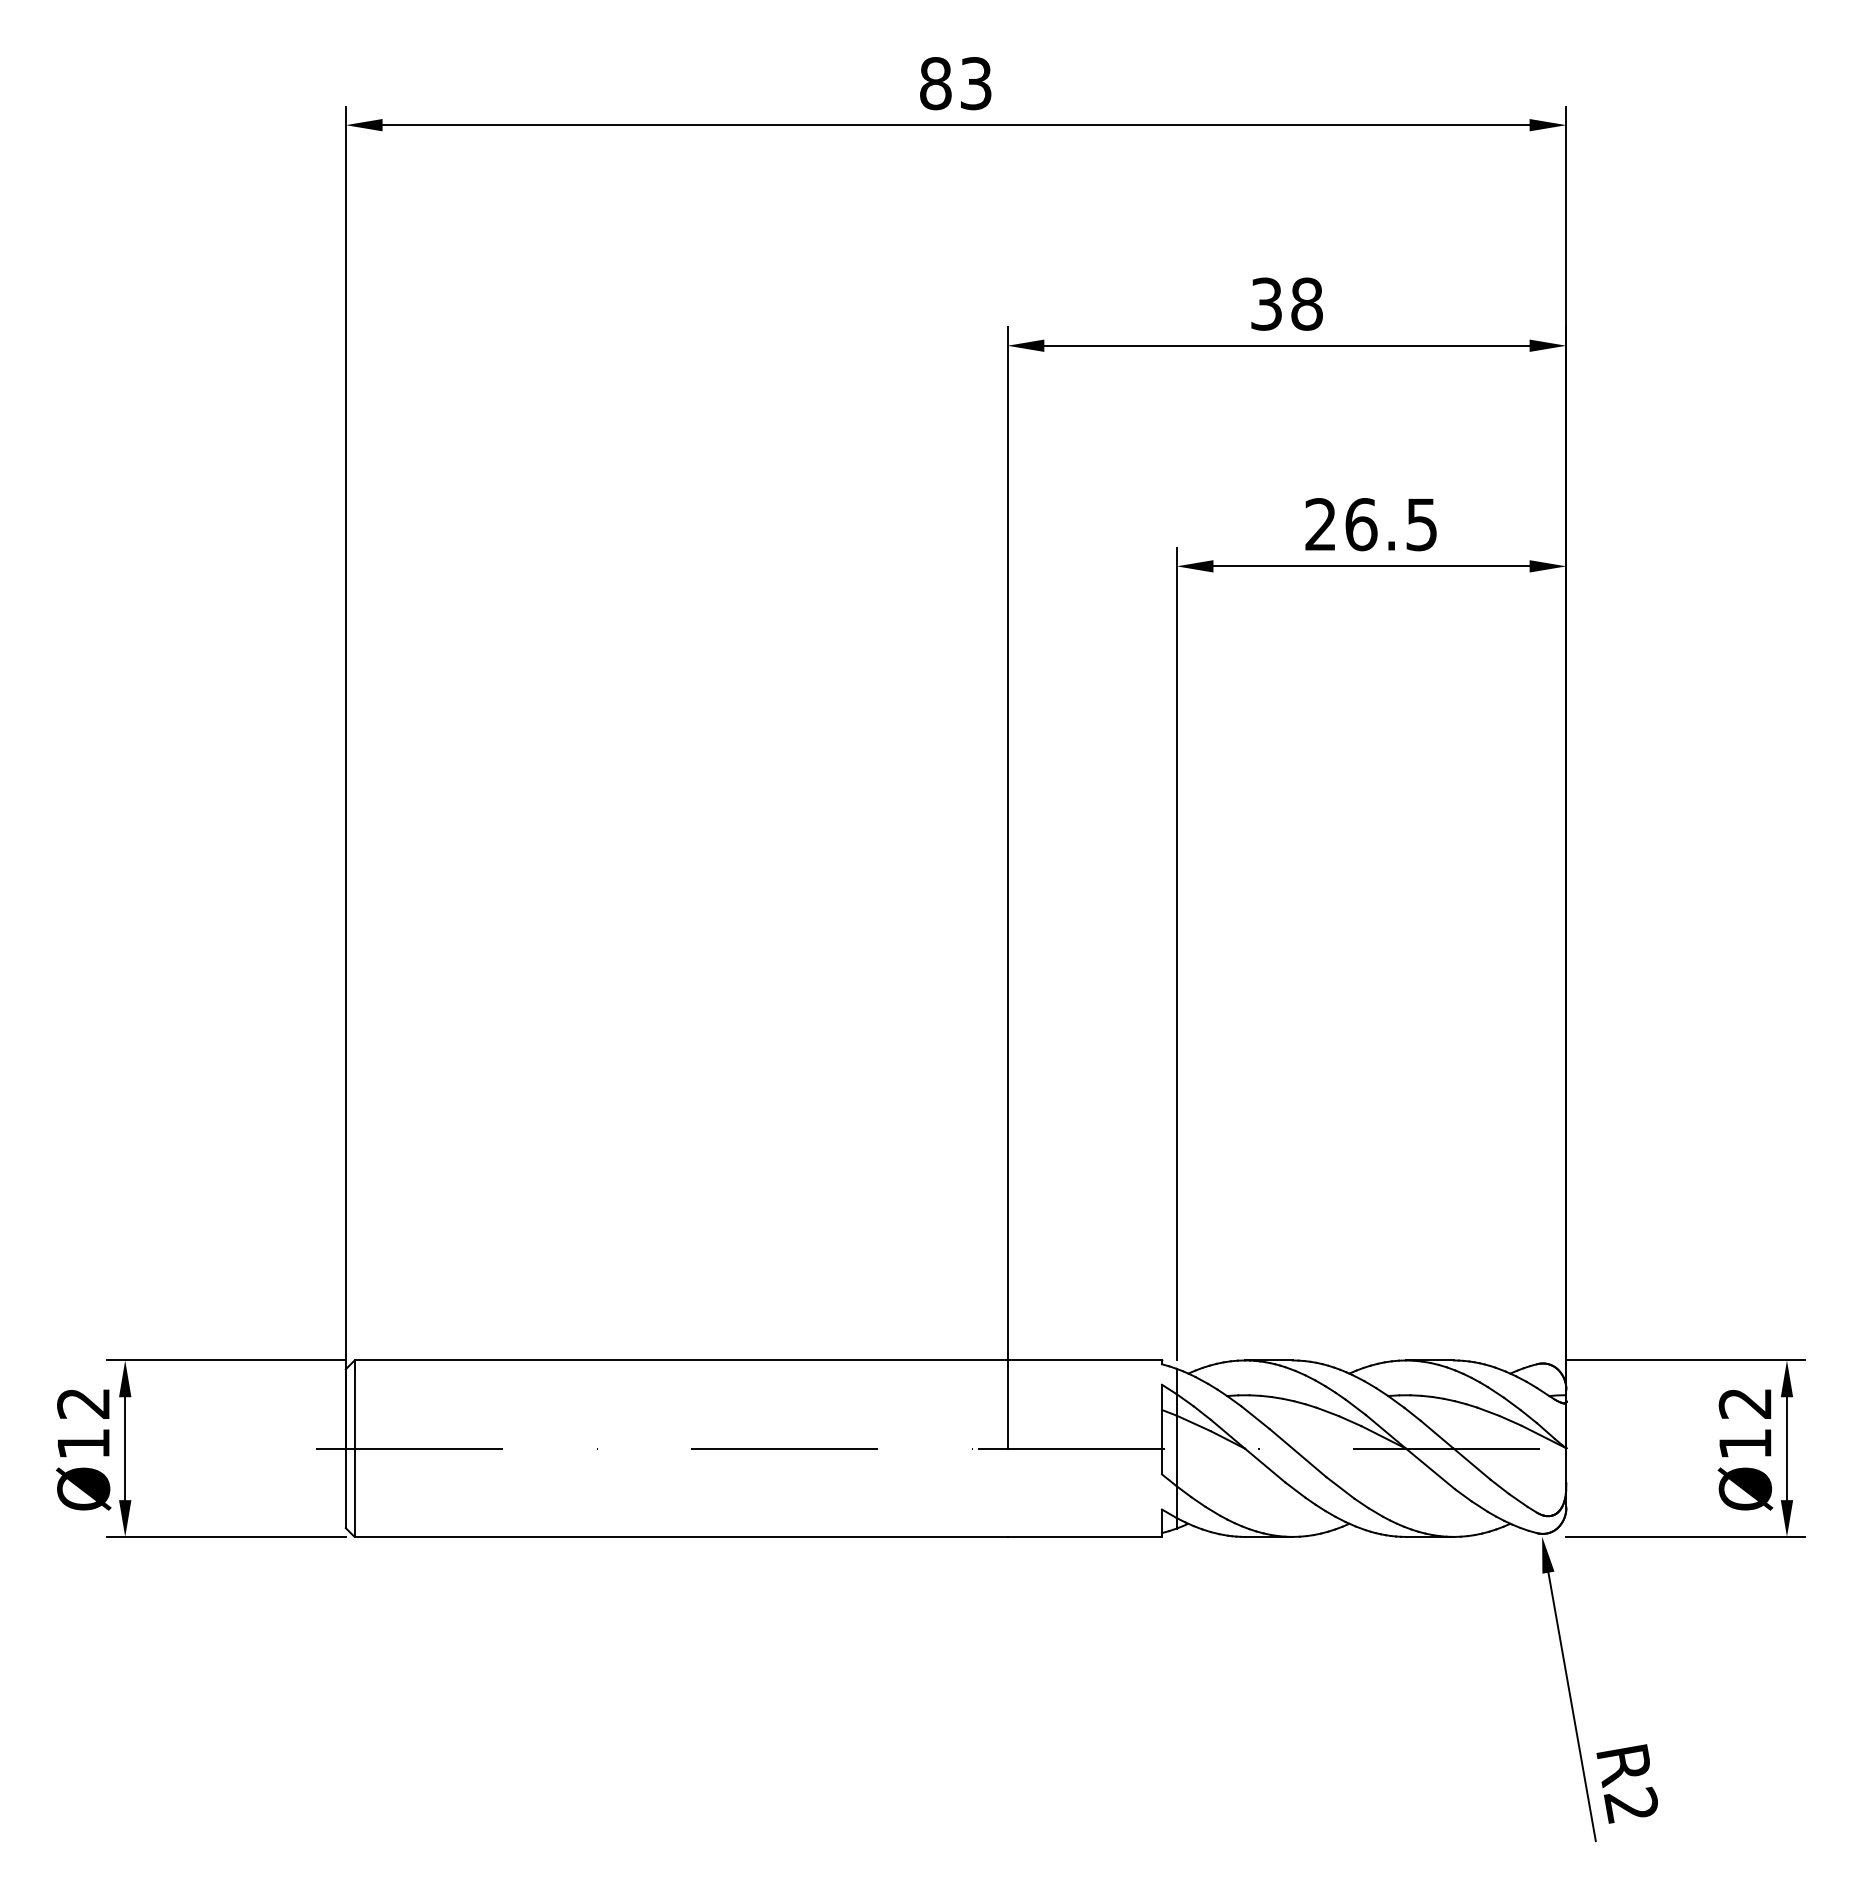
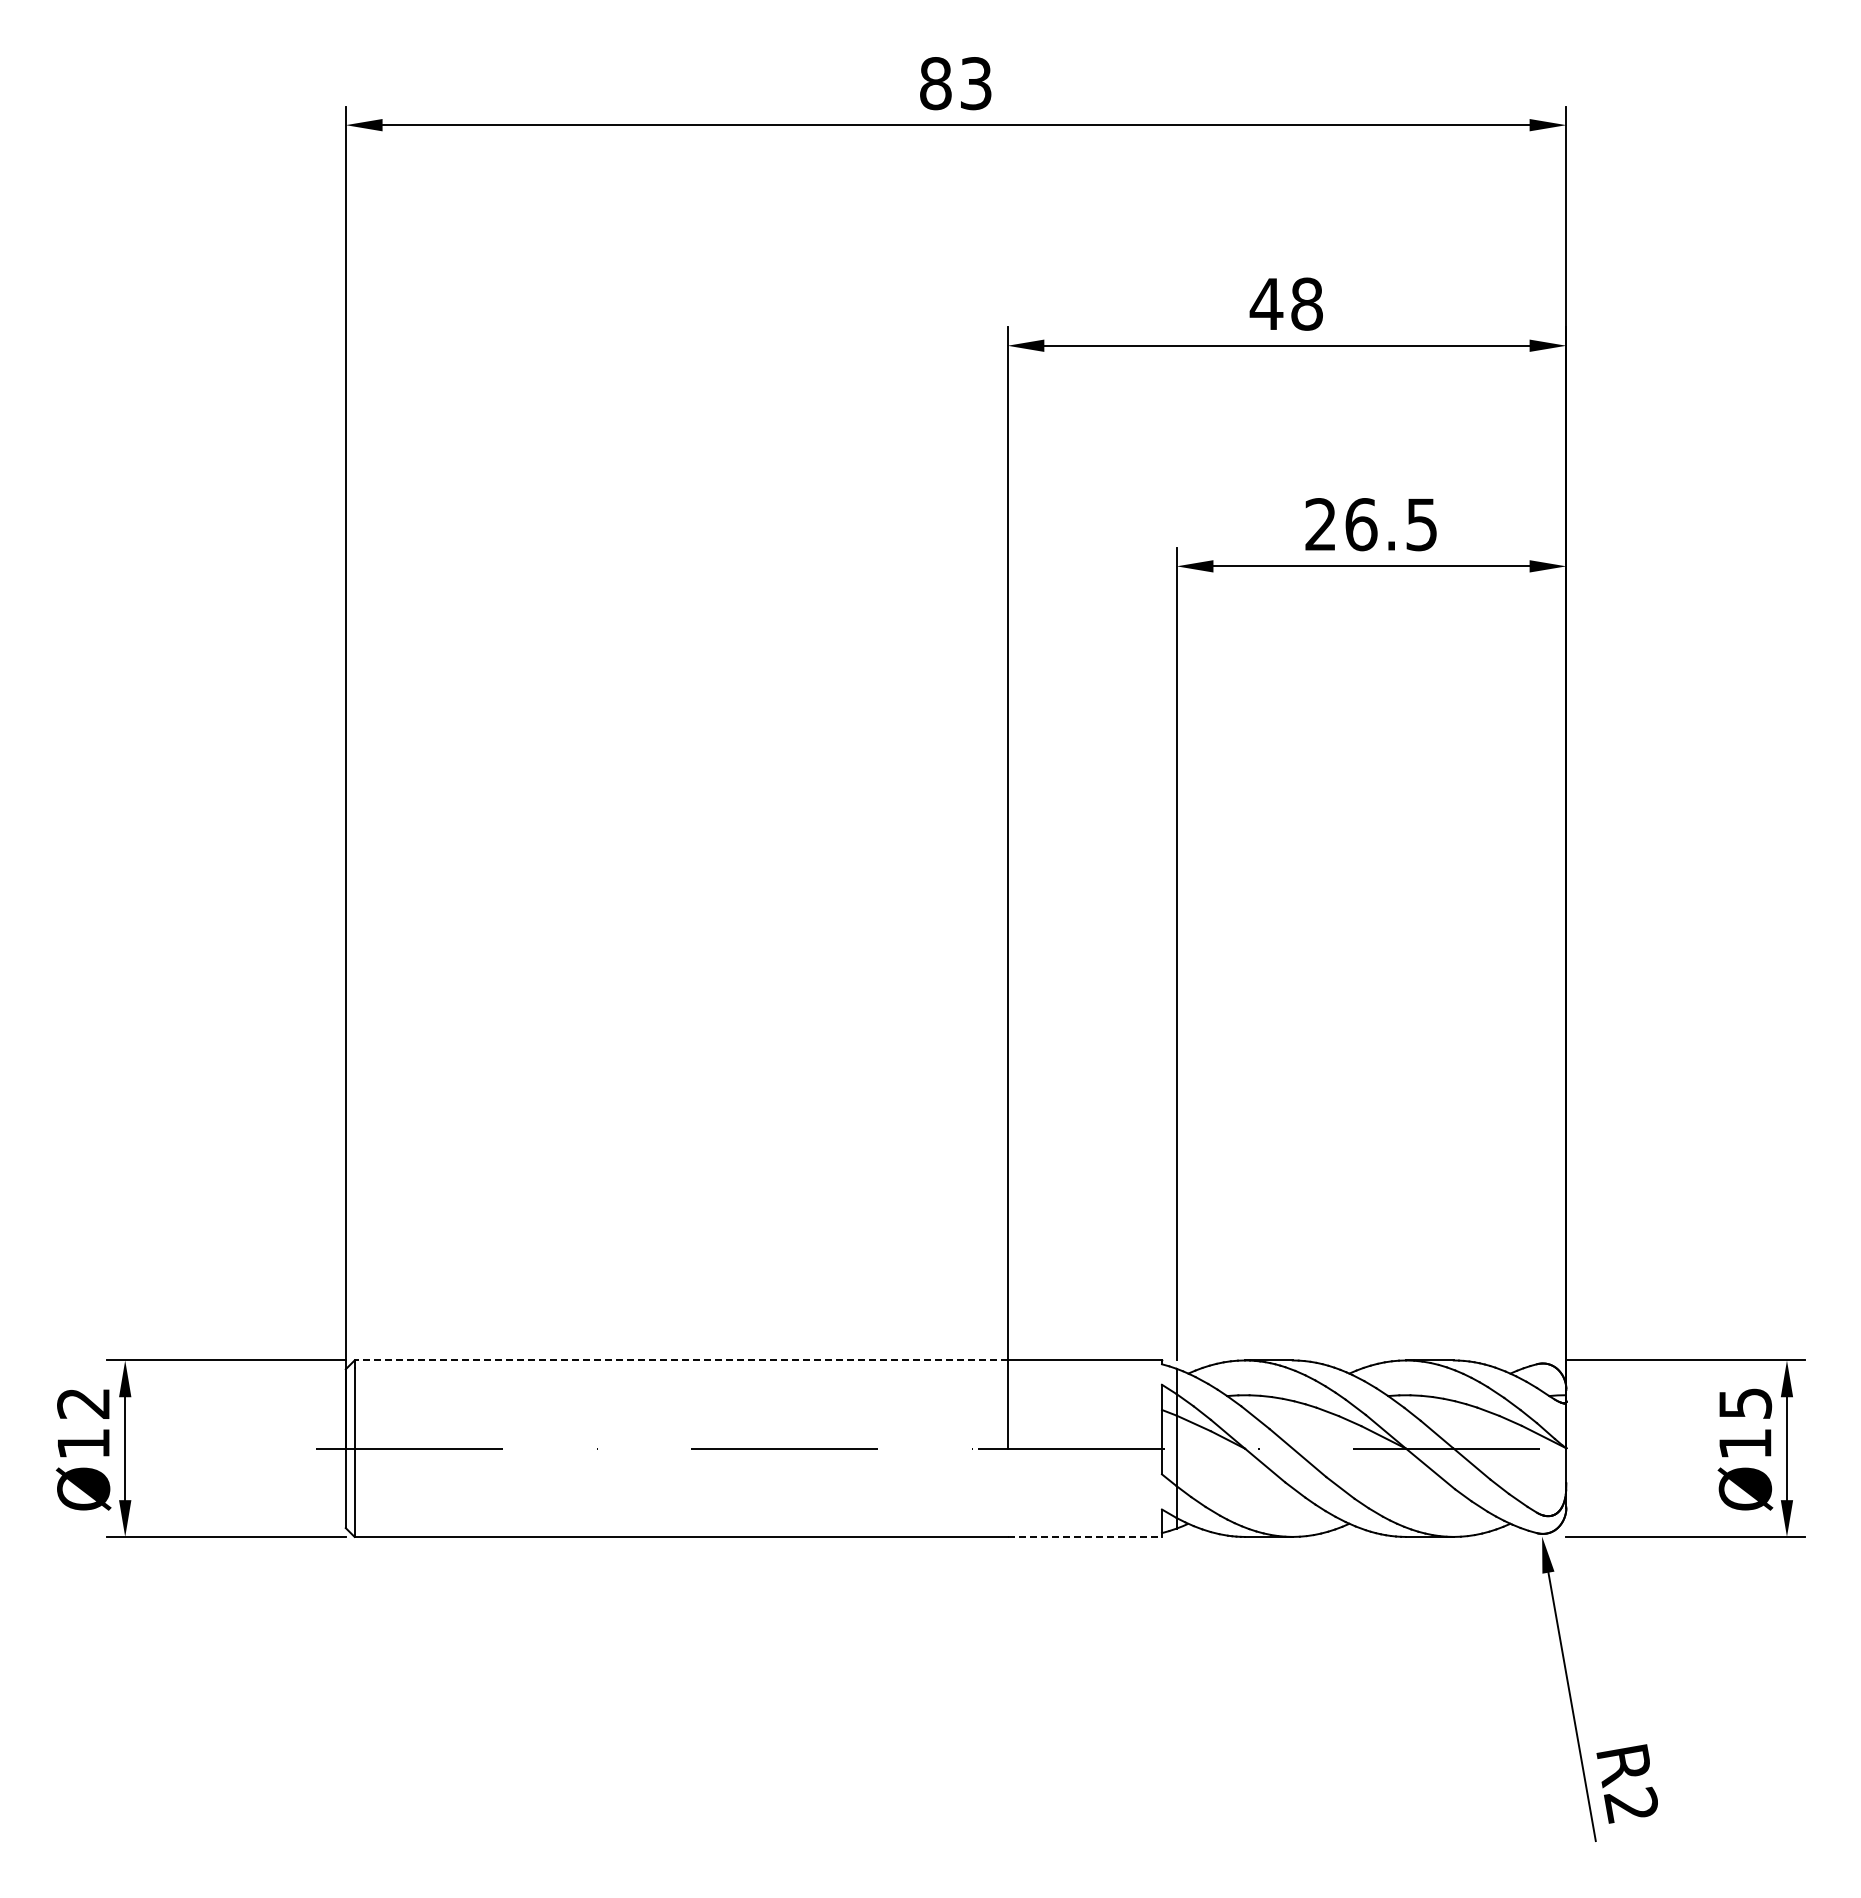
text at (1266, 303): 38 -> 48
line at (680, 1360): solid -> dashed
text at (1745, 1403): Ø12 -> Ø15
line at (1085, 1536): solid -> dashed
